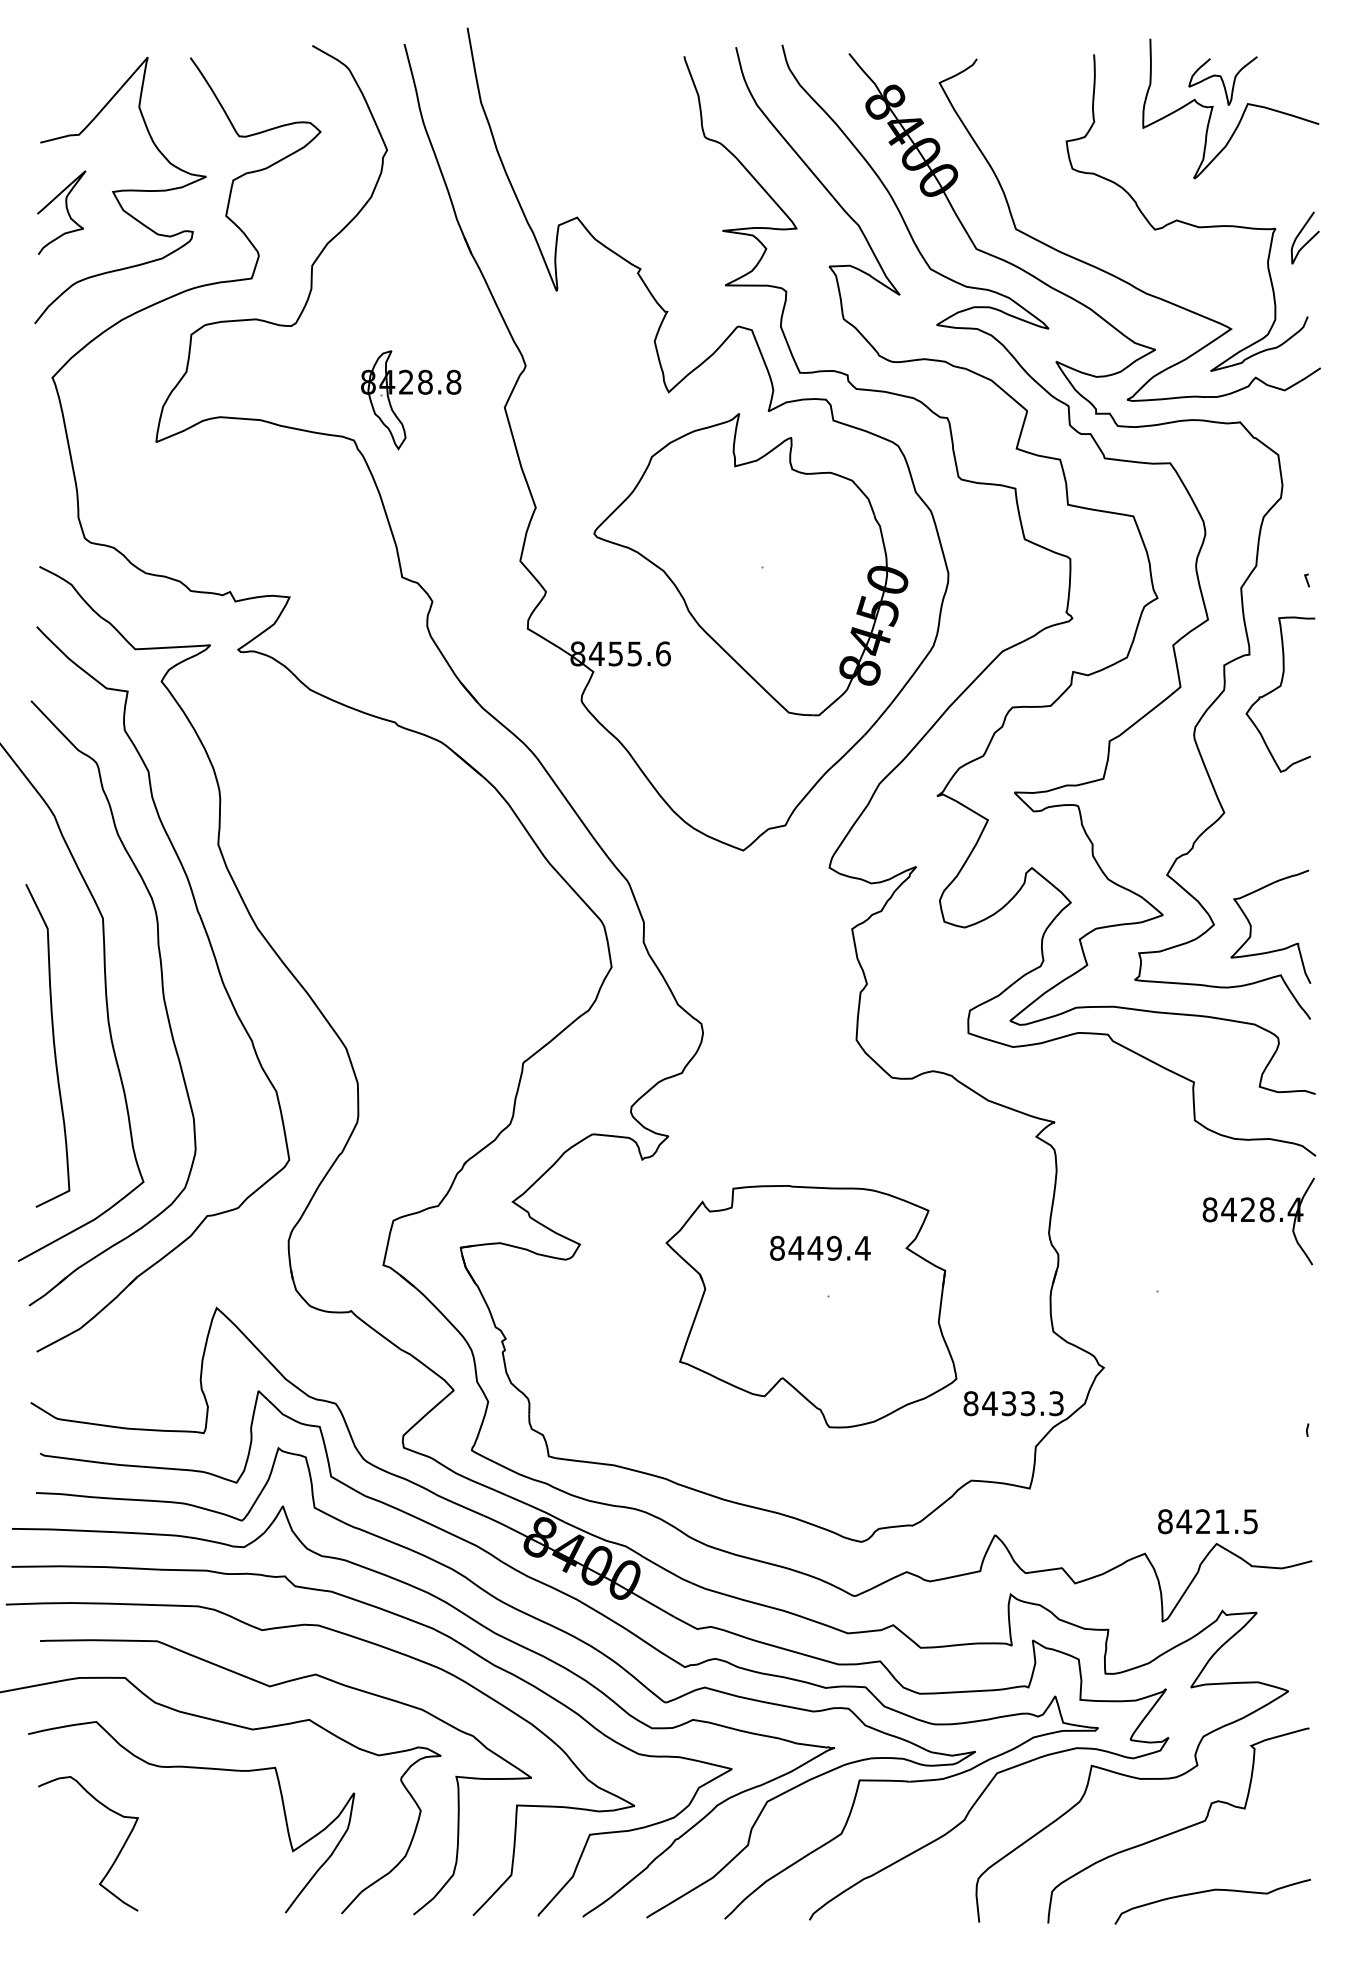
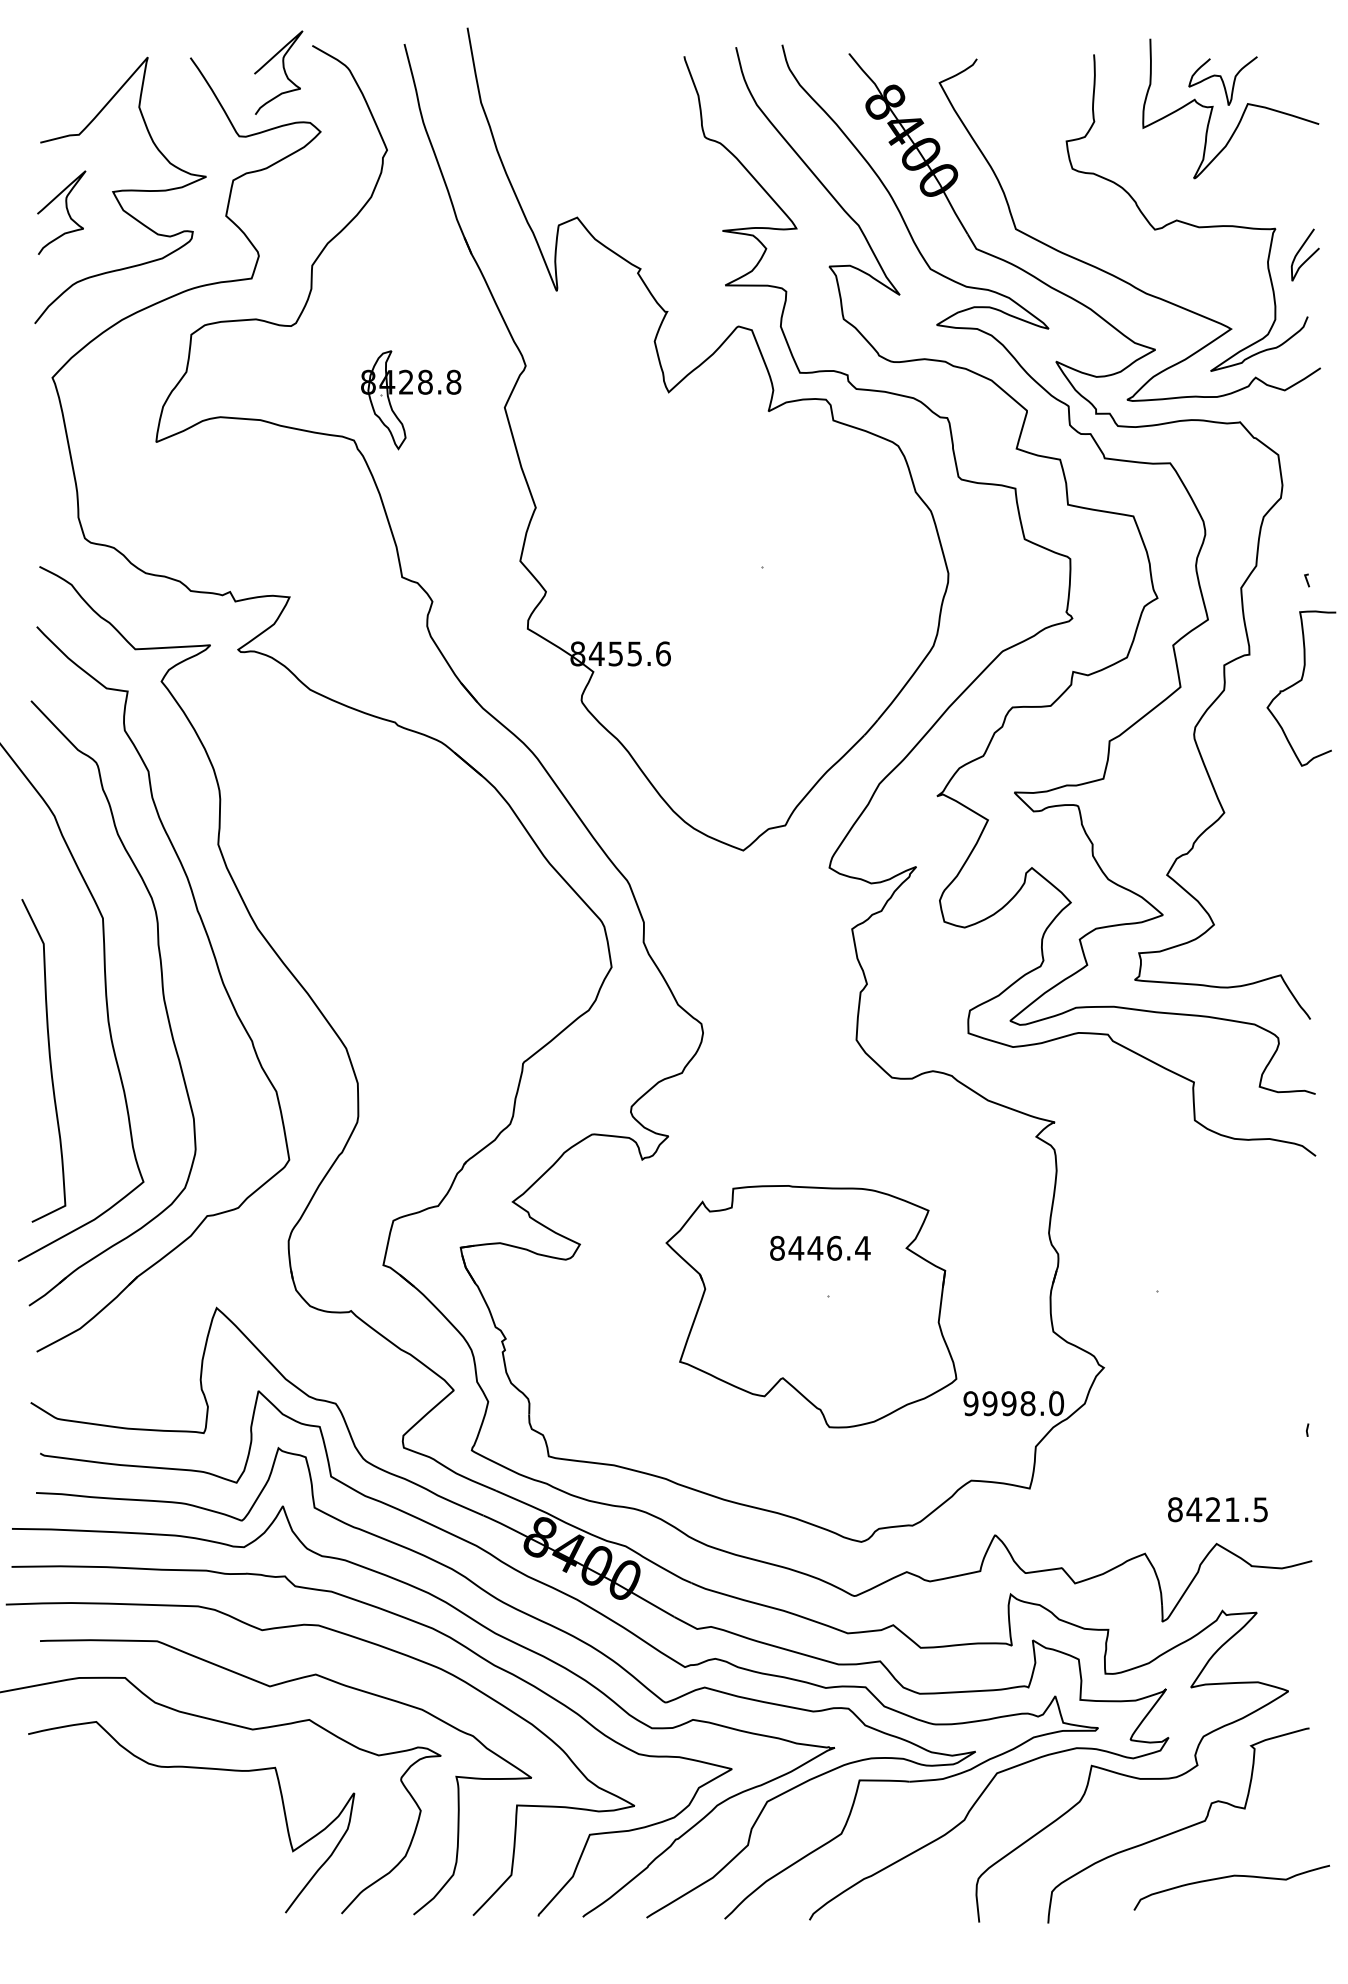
curve at (283, 70): none -> present
curve at (1308, 240) position: (1308, 240) -> (1308, 257)
part at (750, 564): present -> none
curve at (1278, 688) position: (1278, 688) -> (1299, 682)
curve at (1251, 926): present -> none
curve at (53, 1045) position: (53, 1045) -> (49, 1060)
part at (1258, 1221): present -> none
text at (834, 1247): 8449.4 -> 8446.4
text at (1013, 1403): 8433.3 -> 9998.0
text at (1207, 1521) position: (1207, 1521) -> (1217, 1509)
curve at (113, 1861): present -> none
curve at (1212, 1891) position: (1212, 1891) -> (1231, 1877)
